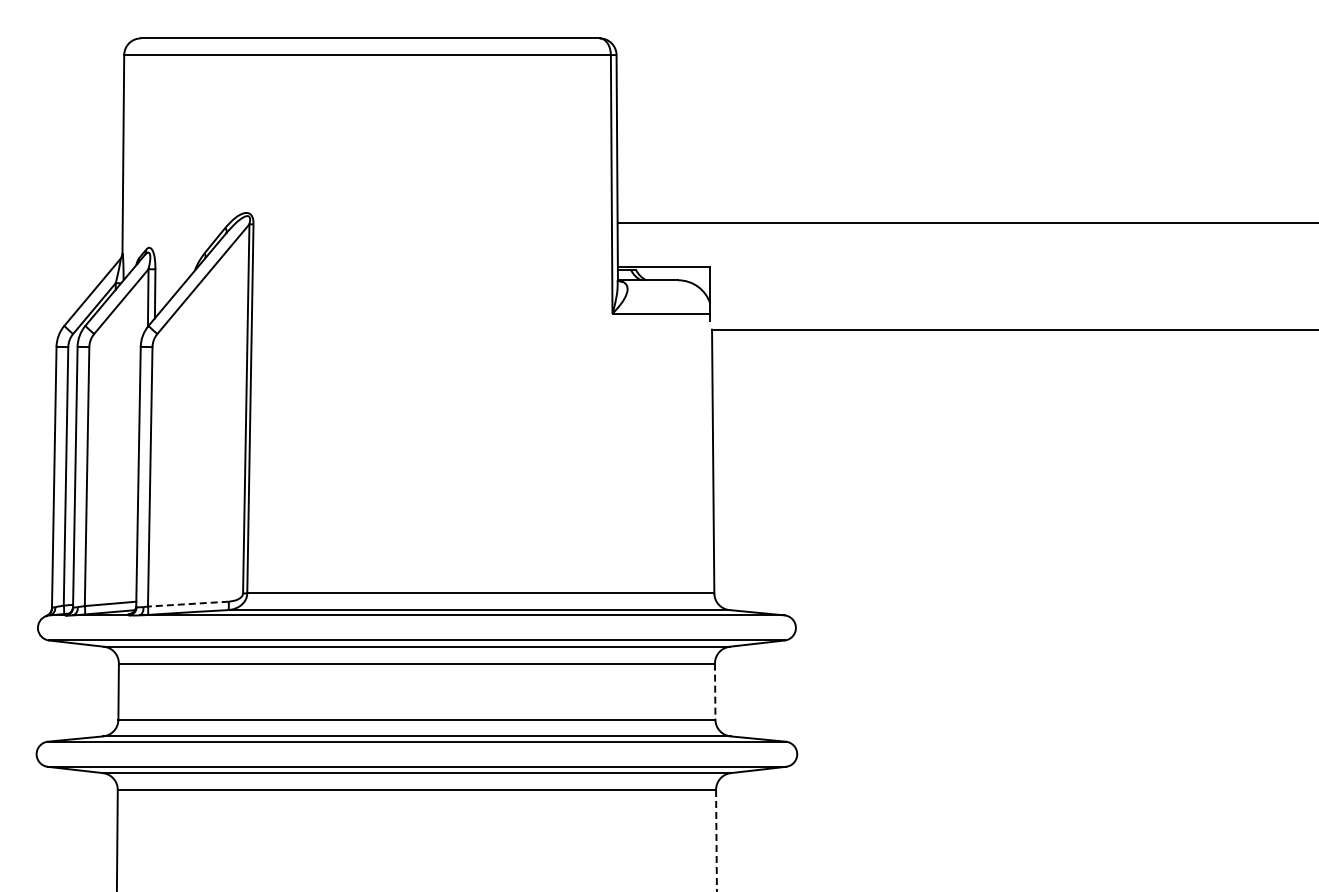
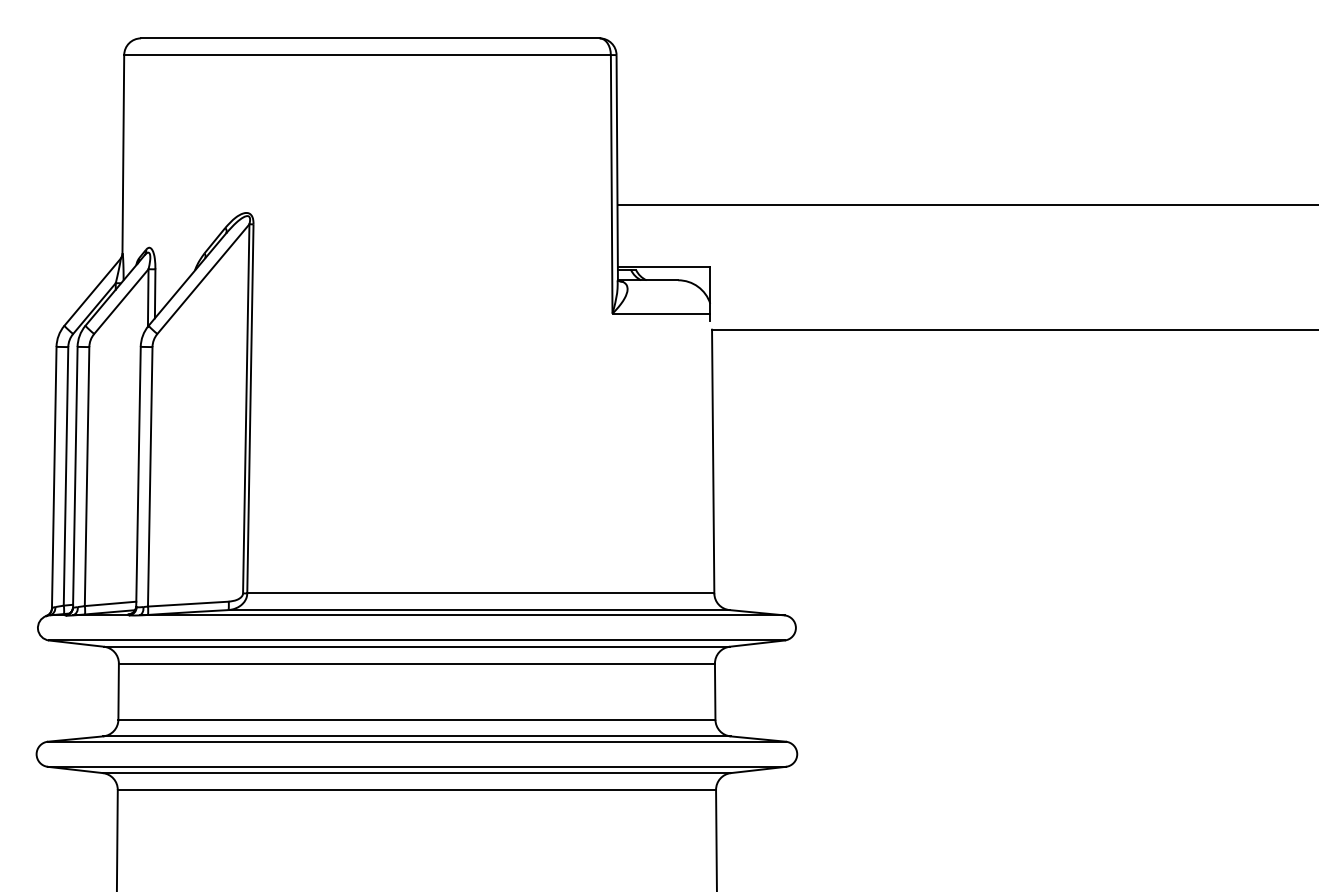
line at (966, 222) position: (966, 222) -> (966, 204)
line at (187, 604): dashed -> solid
line at (715, 692): dashed -> solid
line at (716, 840): dashed -> solid
